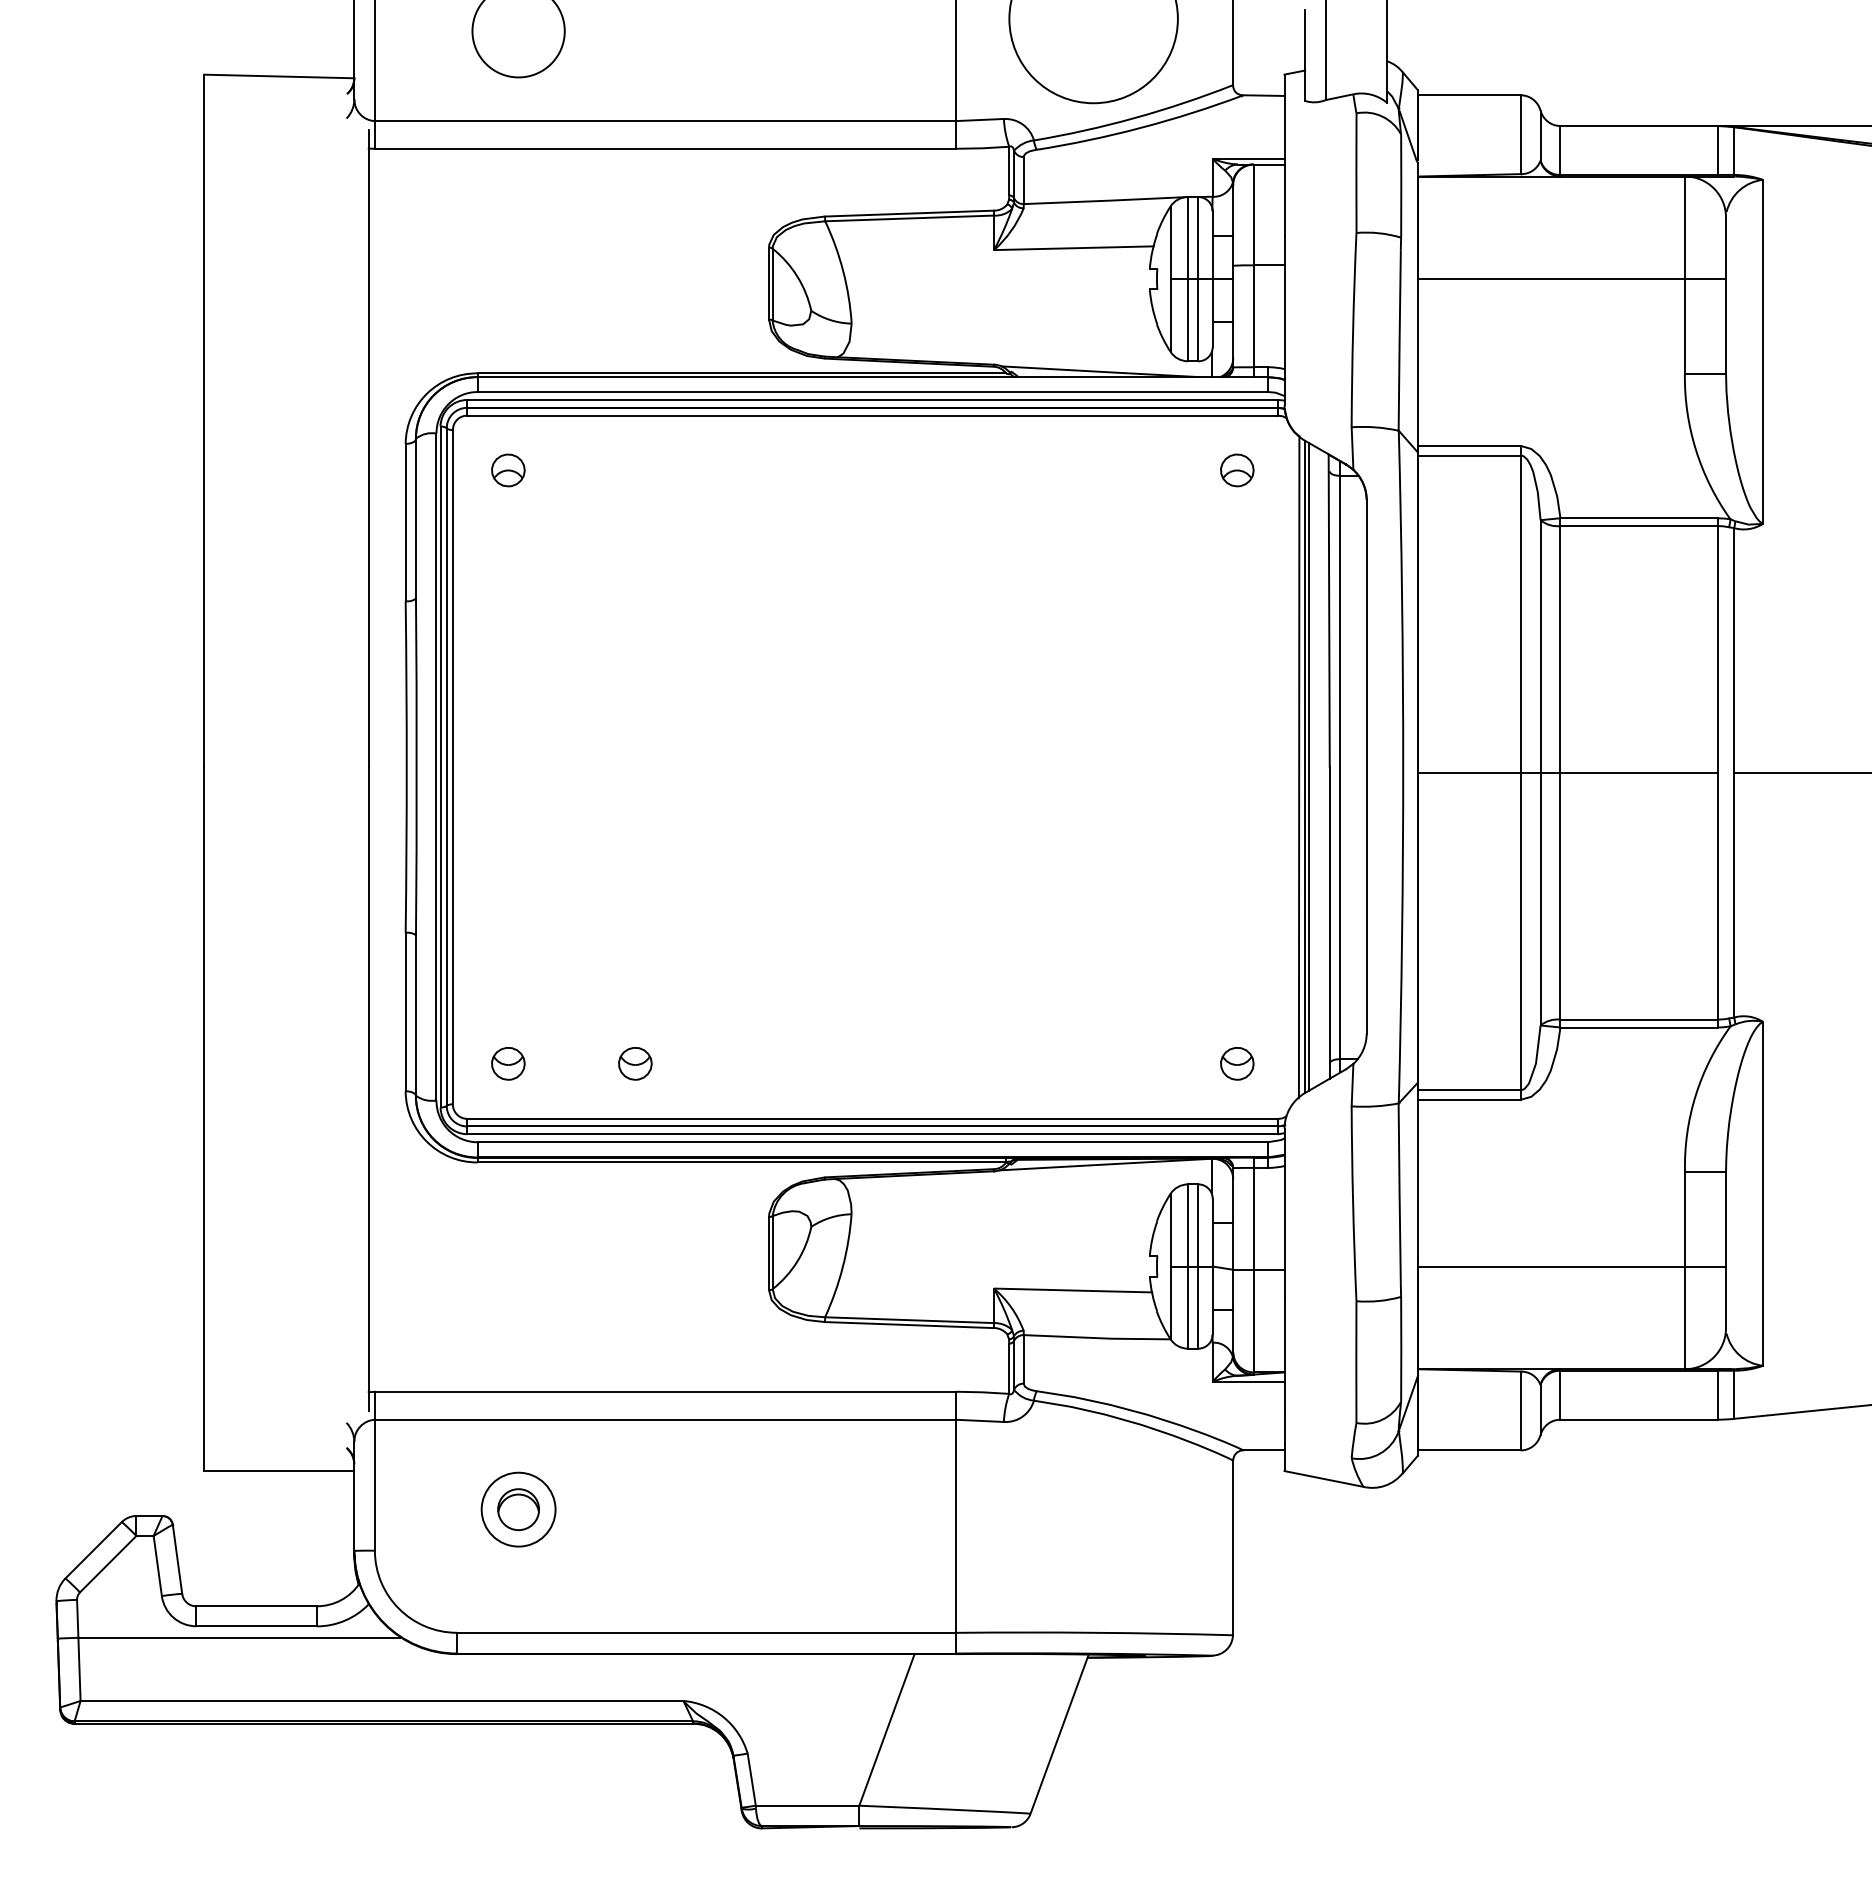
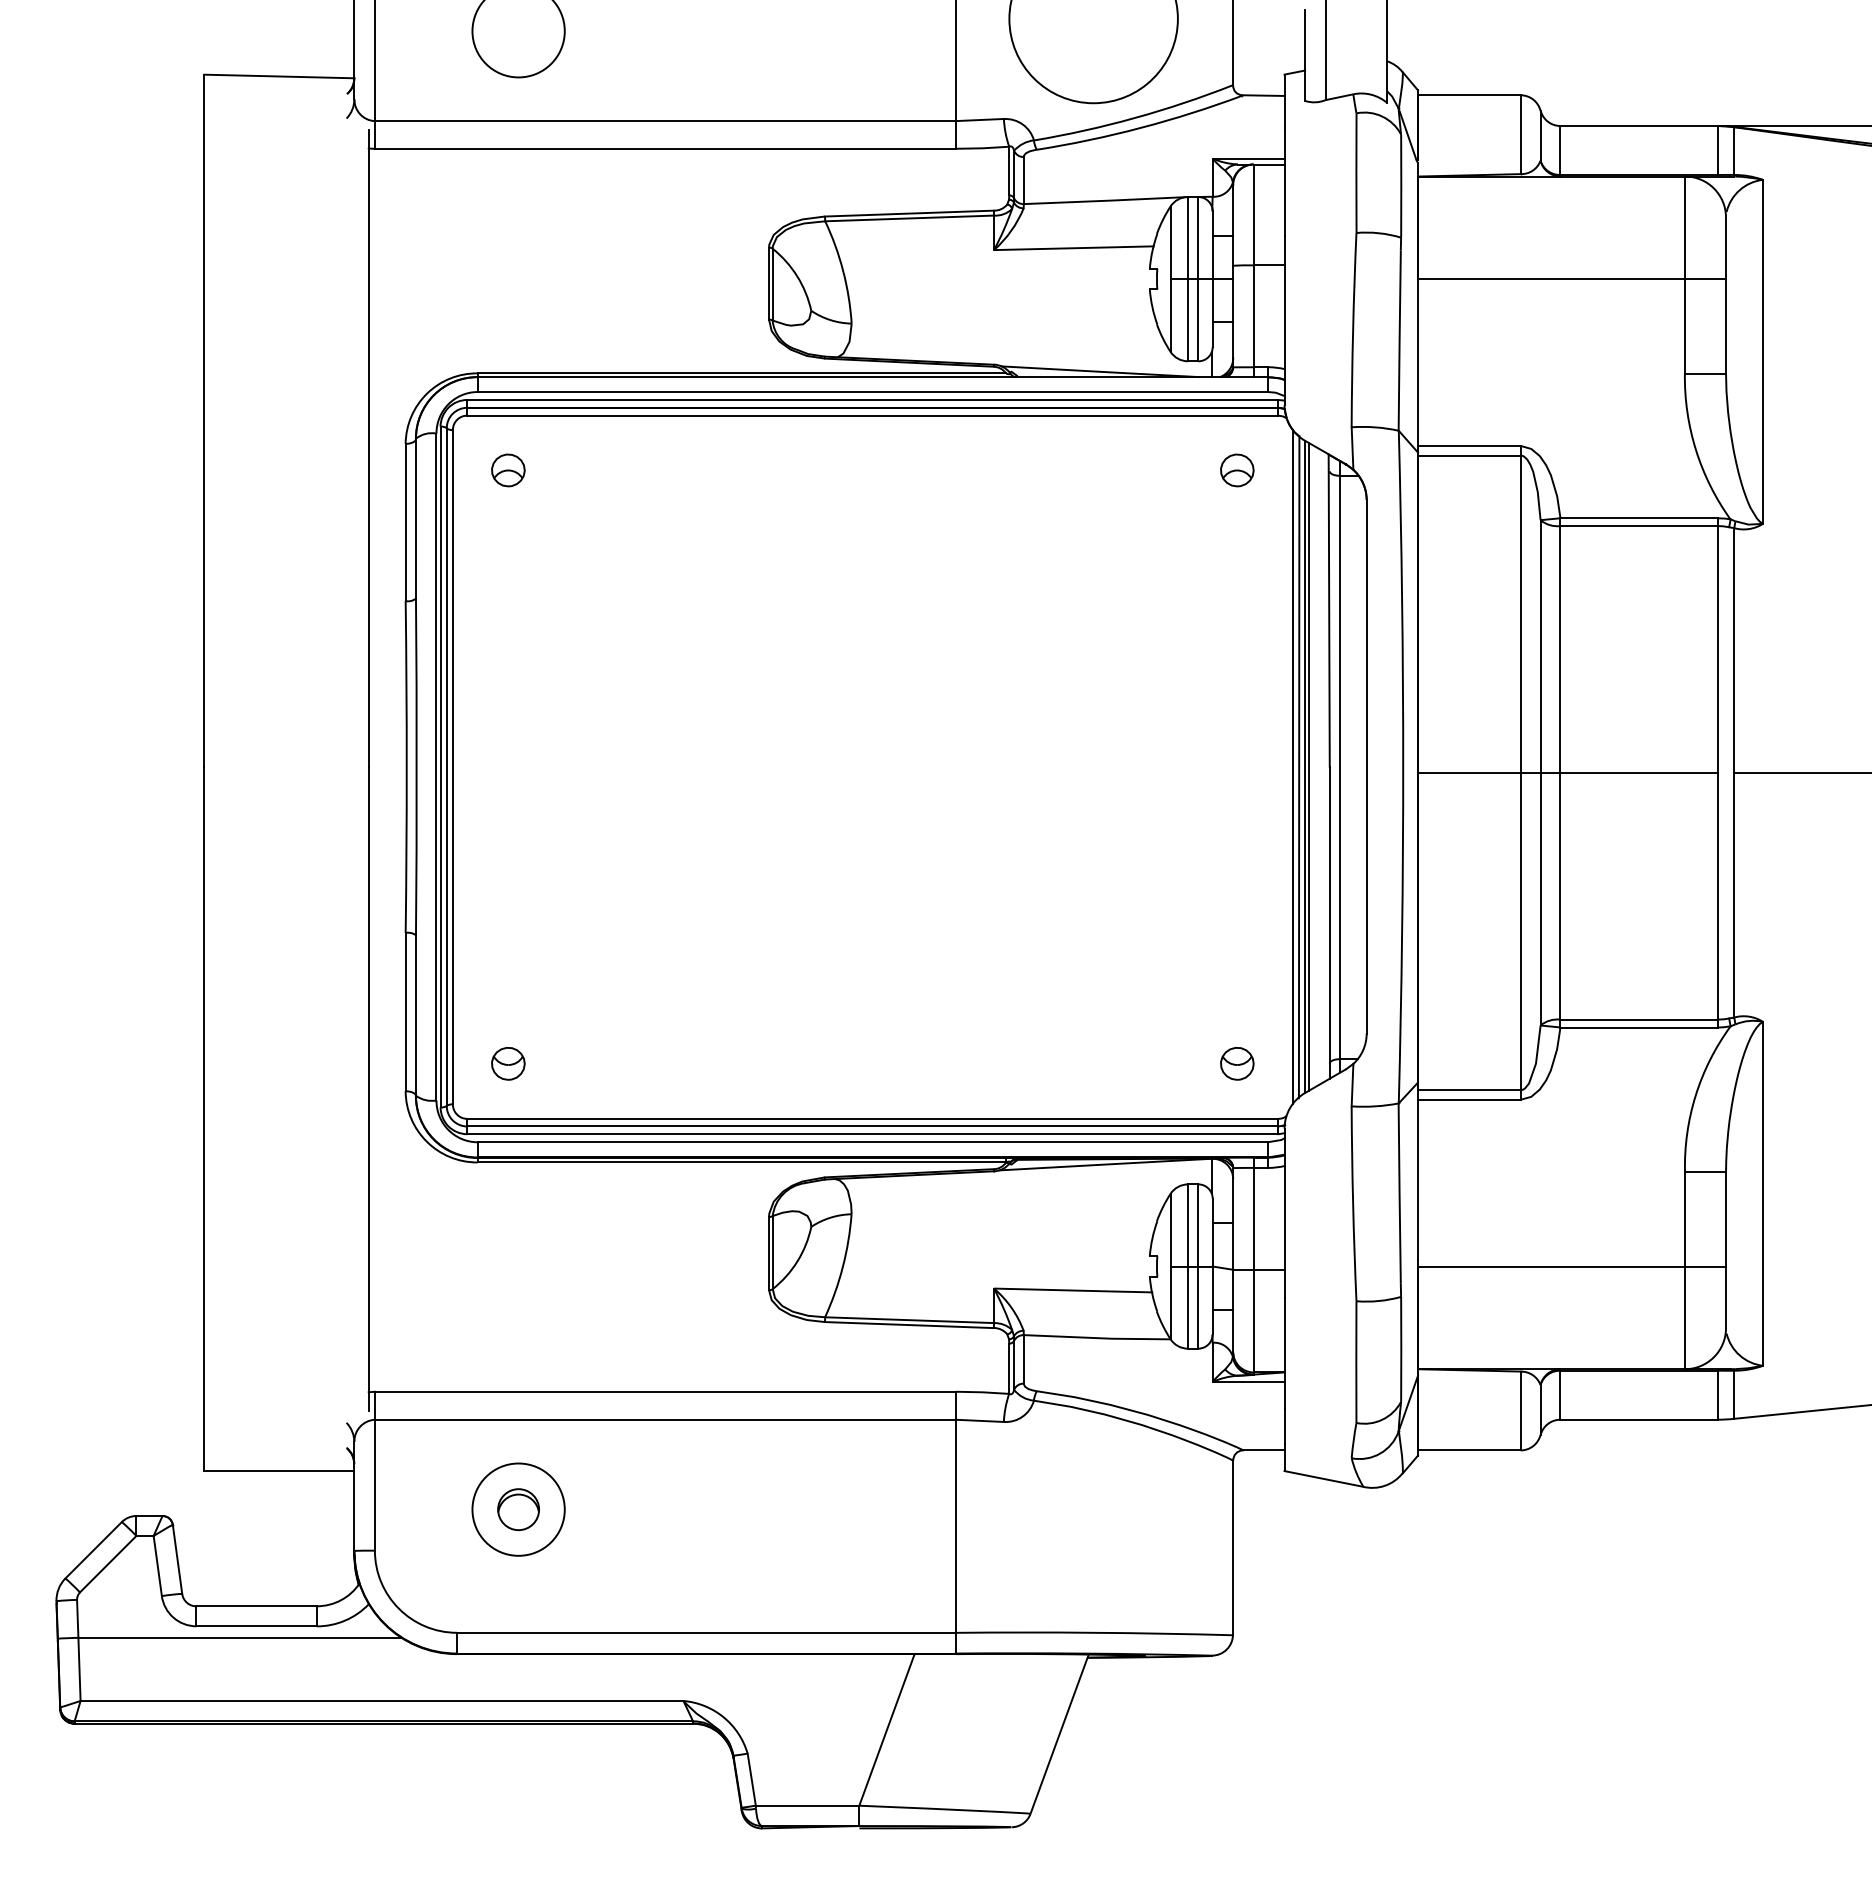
line at (1292, 766): none -> present
part at (635, 1063): present -> none
circle at (518, 1509) diameter: 74 px -> 92 px
